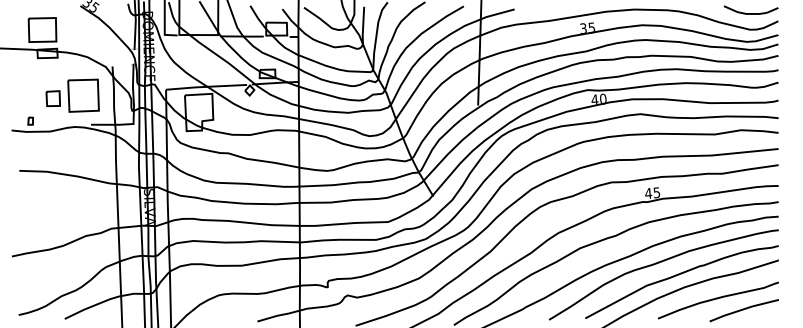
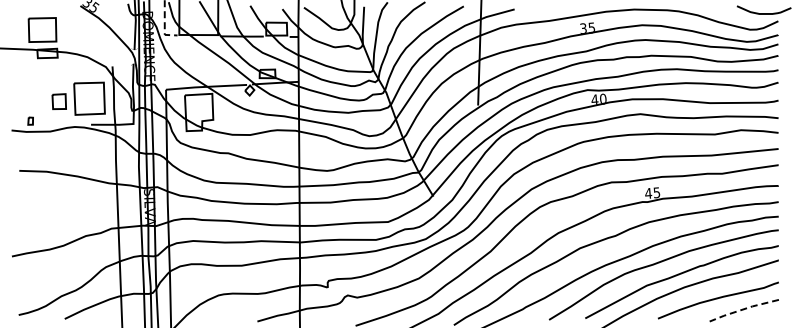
curve at (750, 13) position: (750, 13) -> (763, 13)
line at (164, 24): solid -> dashed
part at (72, 95) position: (72, 95) -> (78, 98)
line at (743, 309): solid -> dashed
